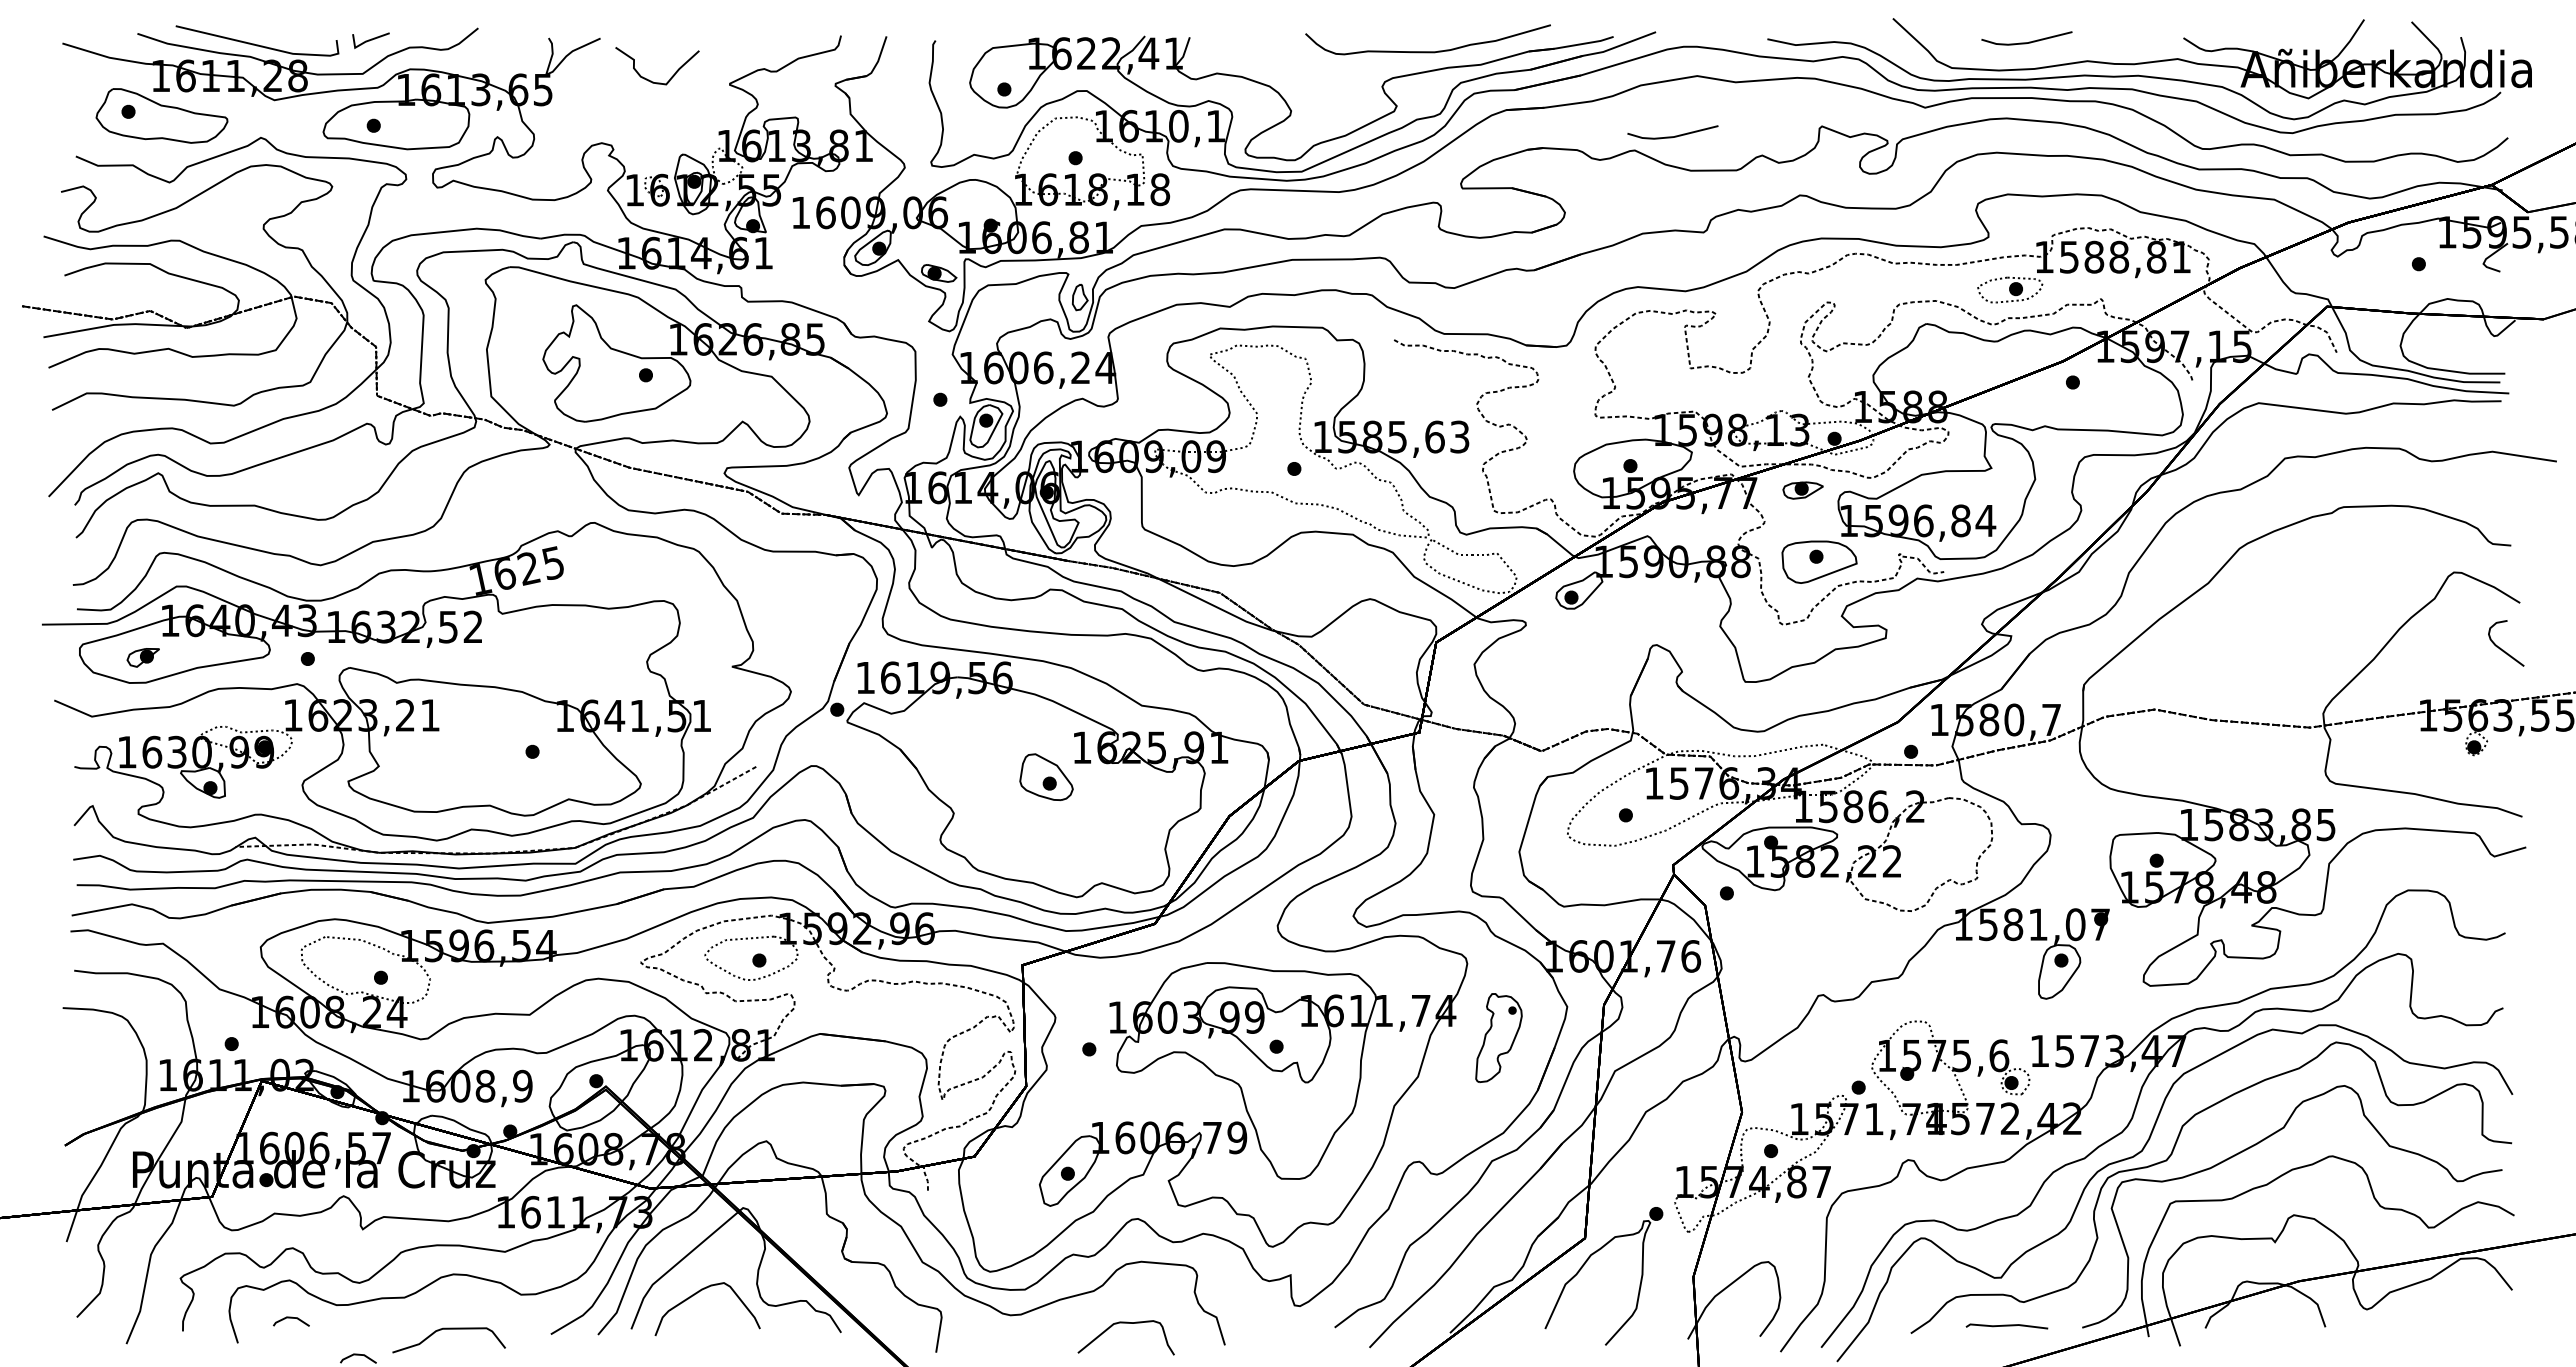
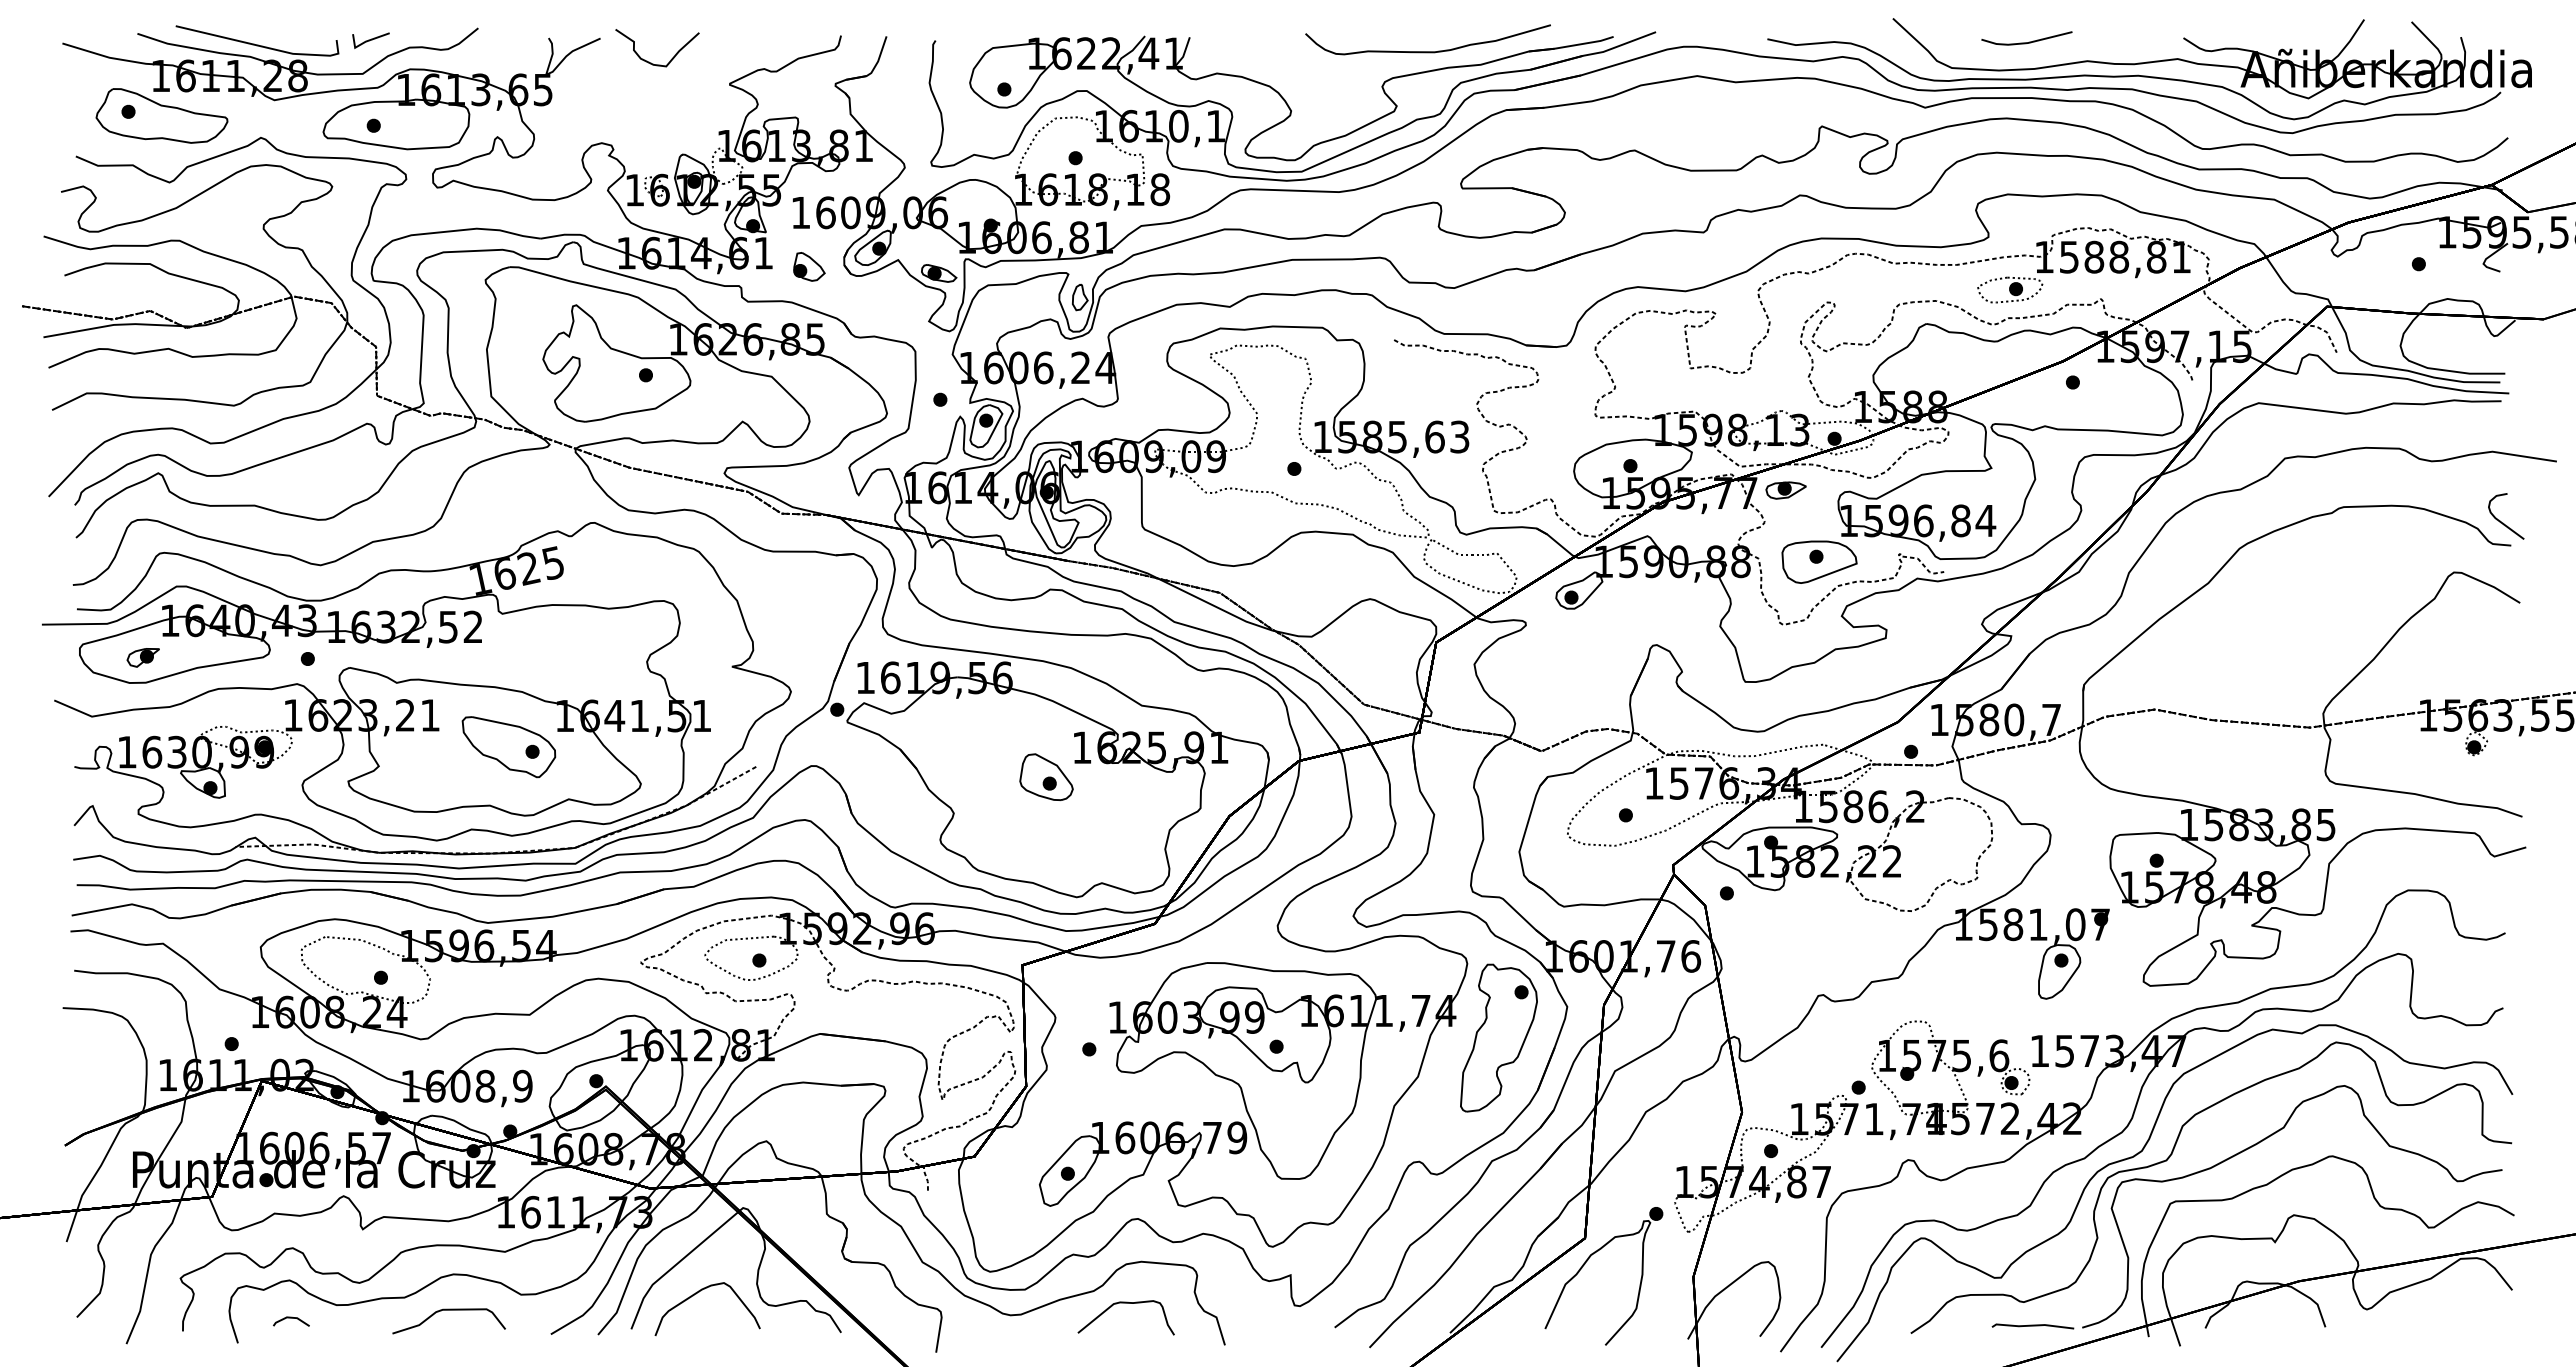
curve at (651, 80) position: (651, 80) -> (651, 62)
line at (1672, 136): present -> none
part at (809, 266): none -> present
part at (1802, 490) position: (1802, 490) -> (1785, 490)
curve at (2503, 649) position: (2503, 649) -> (2503, 522)
part at (508, 747): none -> present
part at (1498, 1037) size: 48x90 px -> 78x150 px
curve at (1125, 1323) position: (1125, 1323) -> (1125, 1303)
line at (2006, 1326) position: (2006, 1326) -> (2032, 1326)
curve at (448, 1329) position: (448, 1329) -> (448, 1310)
line at (358, 1355): present -> none
